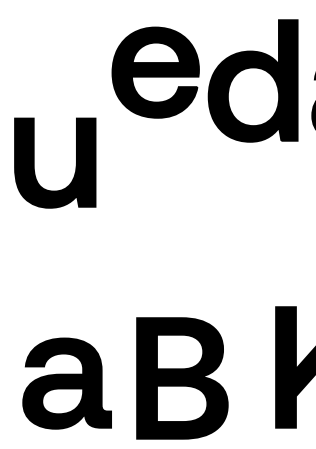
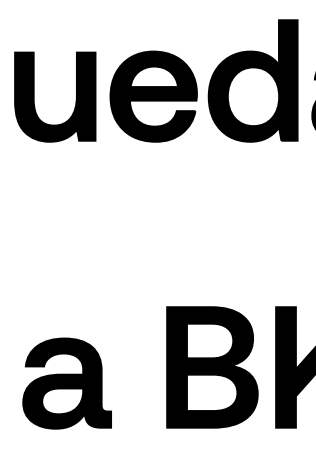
part at (155, 72) position: (155, 72) -> (153, 96)
part at (75, 165) position: (75, 165) -> (75, 99)
part at (182, 378) position: (182, 378) -> (212, 367)
